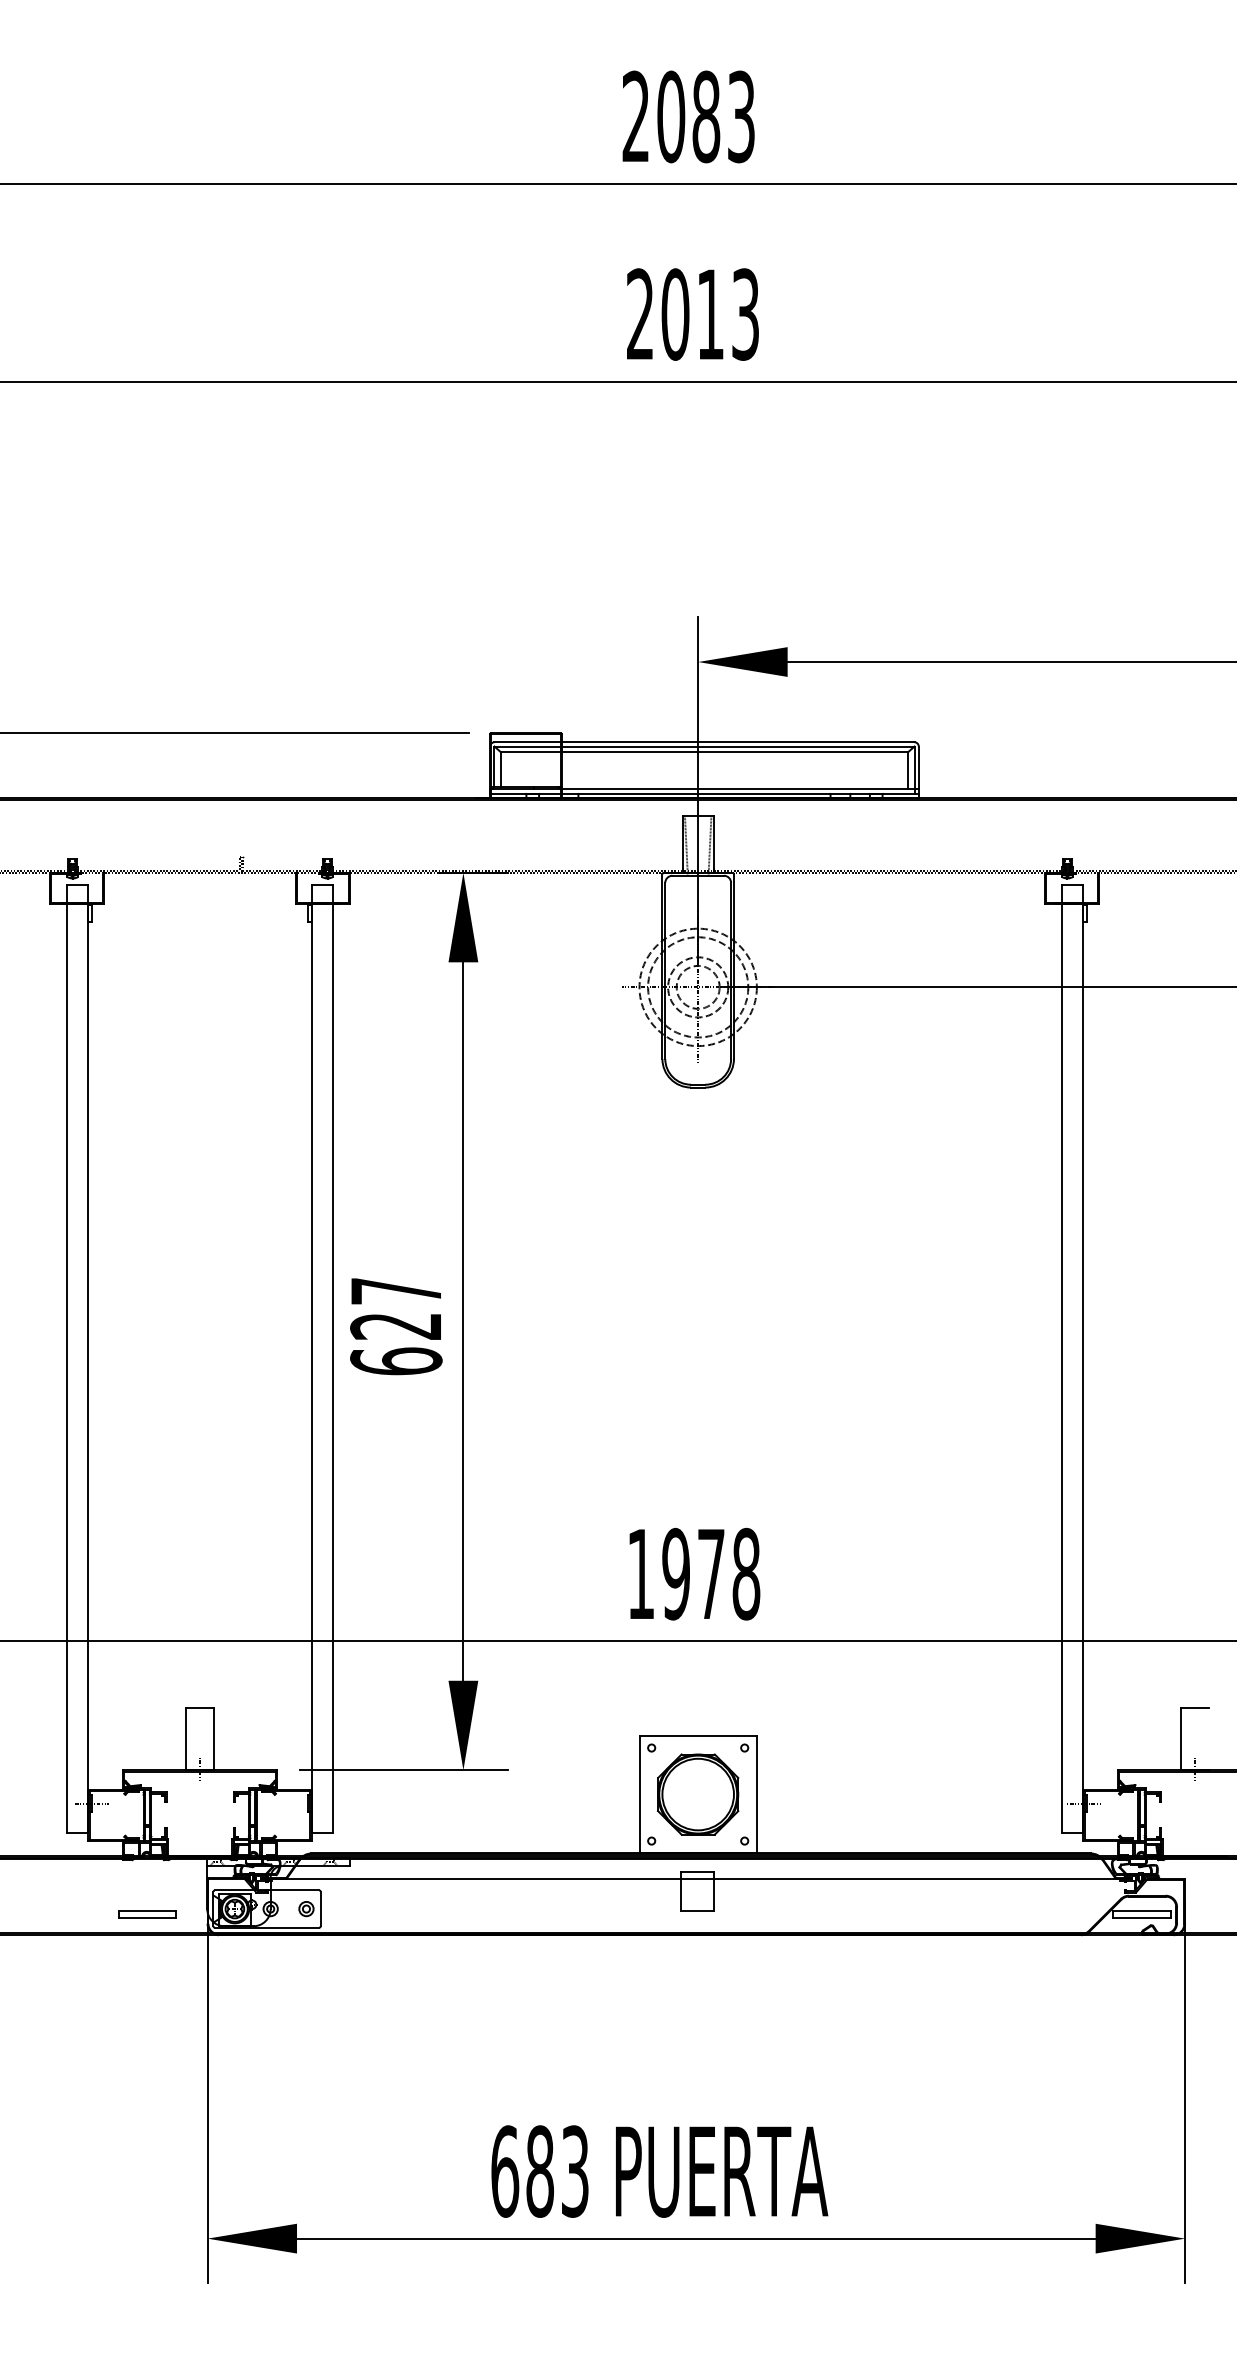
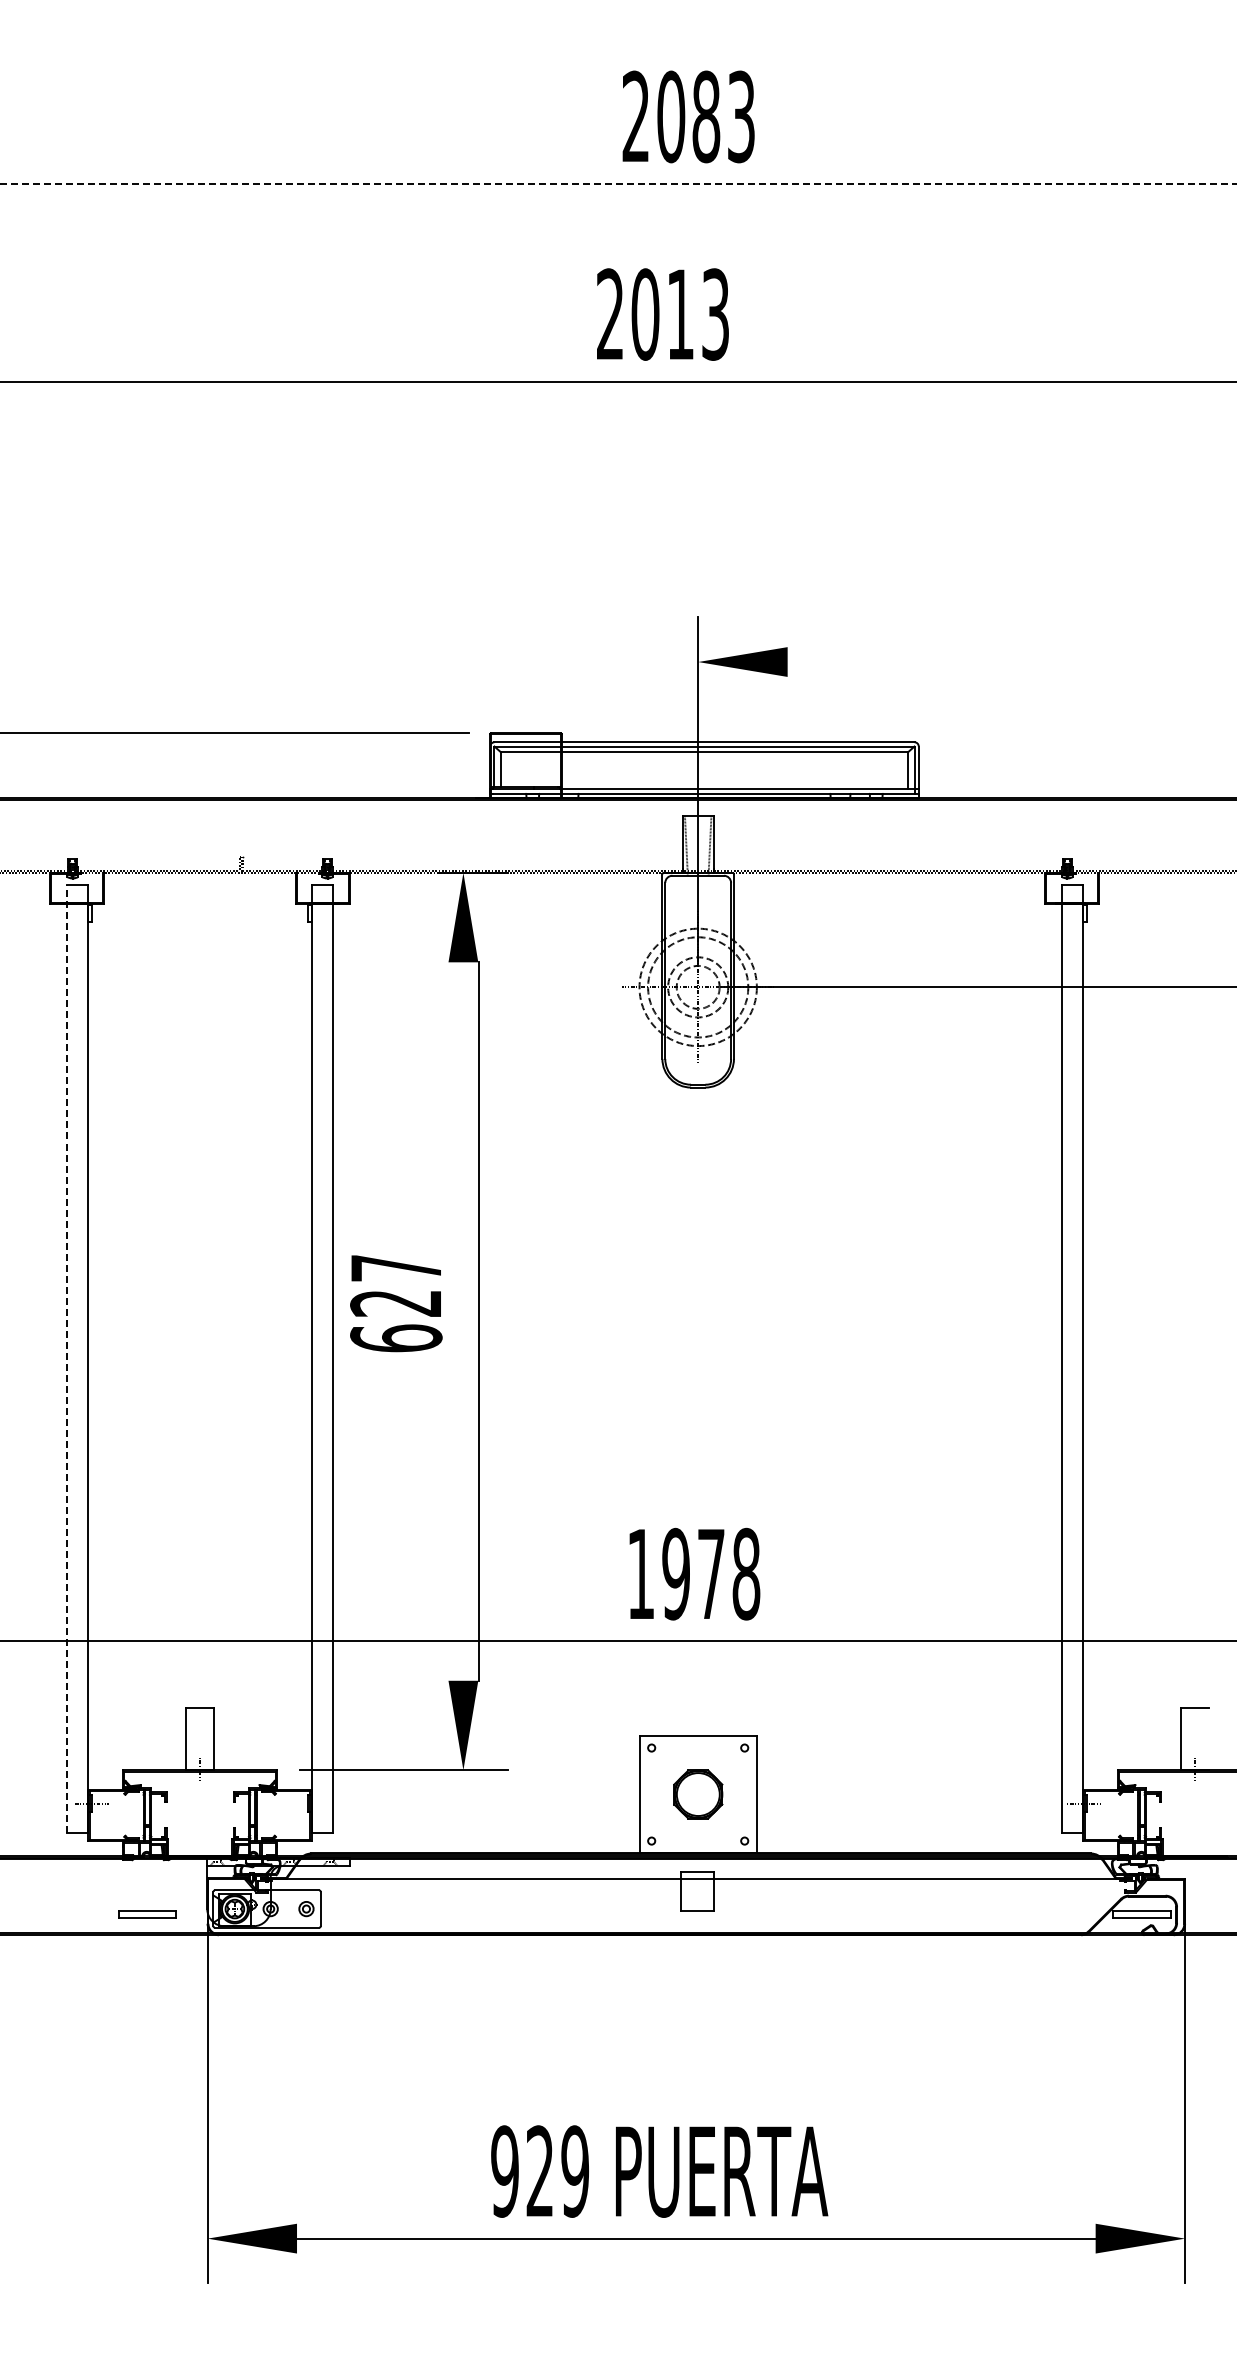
line at (619, 184): solid -> dashed
text at (692, 314) position: (692, 314) -> (662, 314)
line at (1010, 662): present -> none
line at (463, 1321) position: (463, 1321) -> (479, 1321)
text at (396, 1326) position: (396, 1326) -> (396, 1303)
line at (67, 1358): solid -> dashed
part at (698, 1794) size: 83x83 px -> 51x51 px
text at (539, 2171): 683 -> 929
